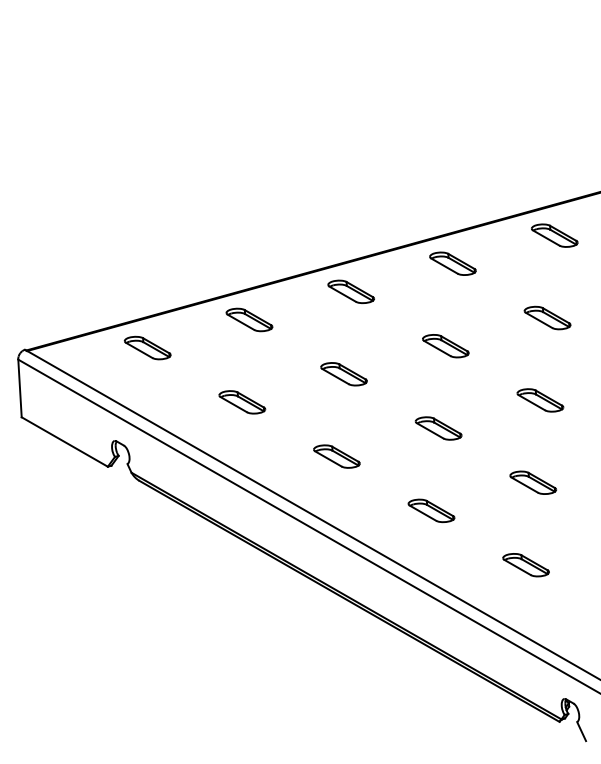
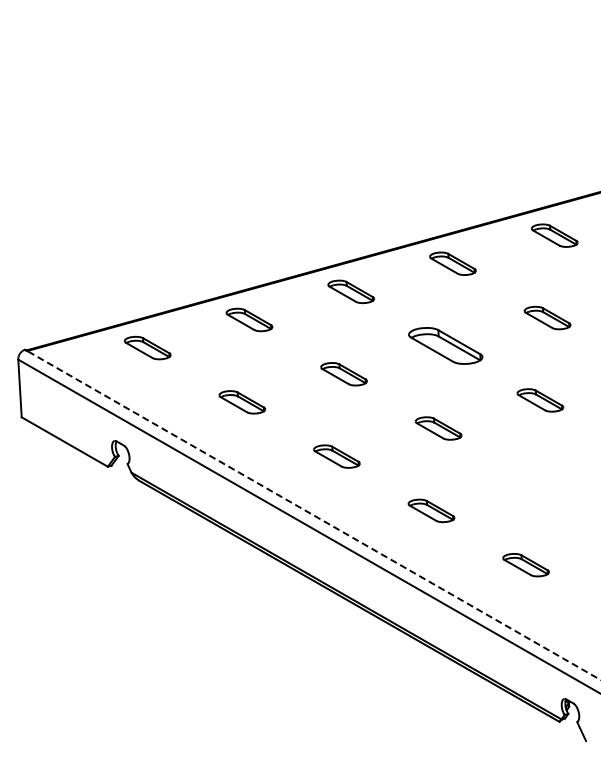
part at (445, 346) size: 48x25 px -> 76x38 px
part at (533, 482): present -> none
line at (313, 515): solid -> dashed
